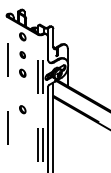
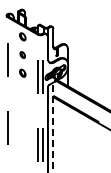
part at (22, 109): present -> none
line at (53, 127): solid -> dashed
